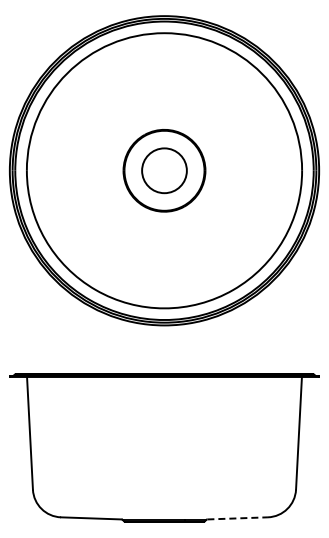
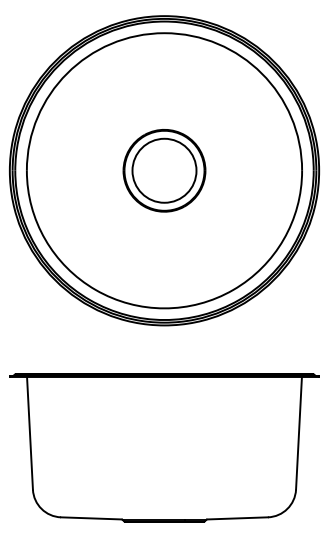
circle at (164, 170) diameter: 45 px -> 64 px
line at (238, 518): dashed -> solid
